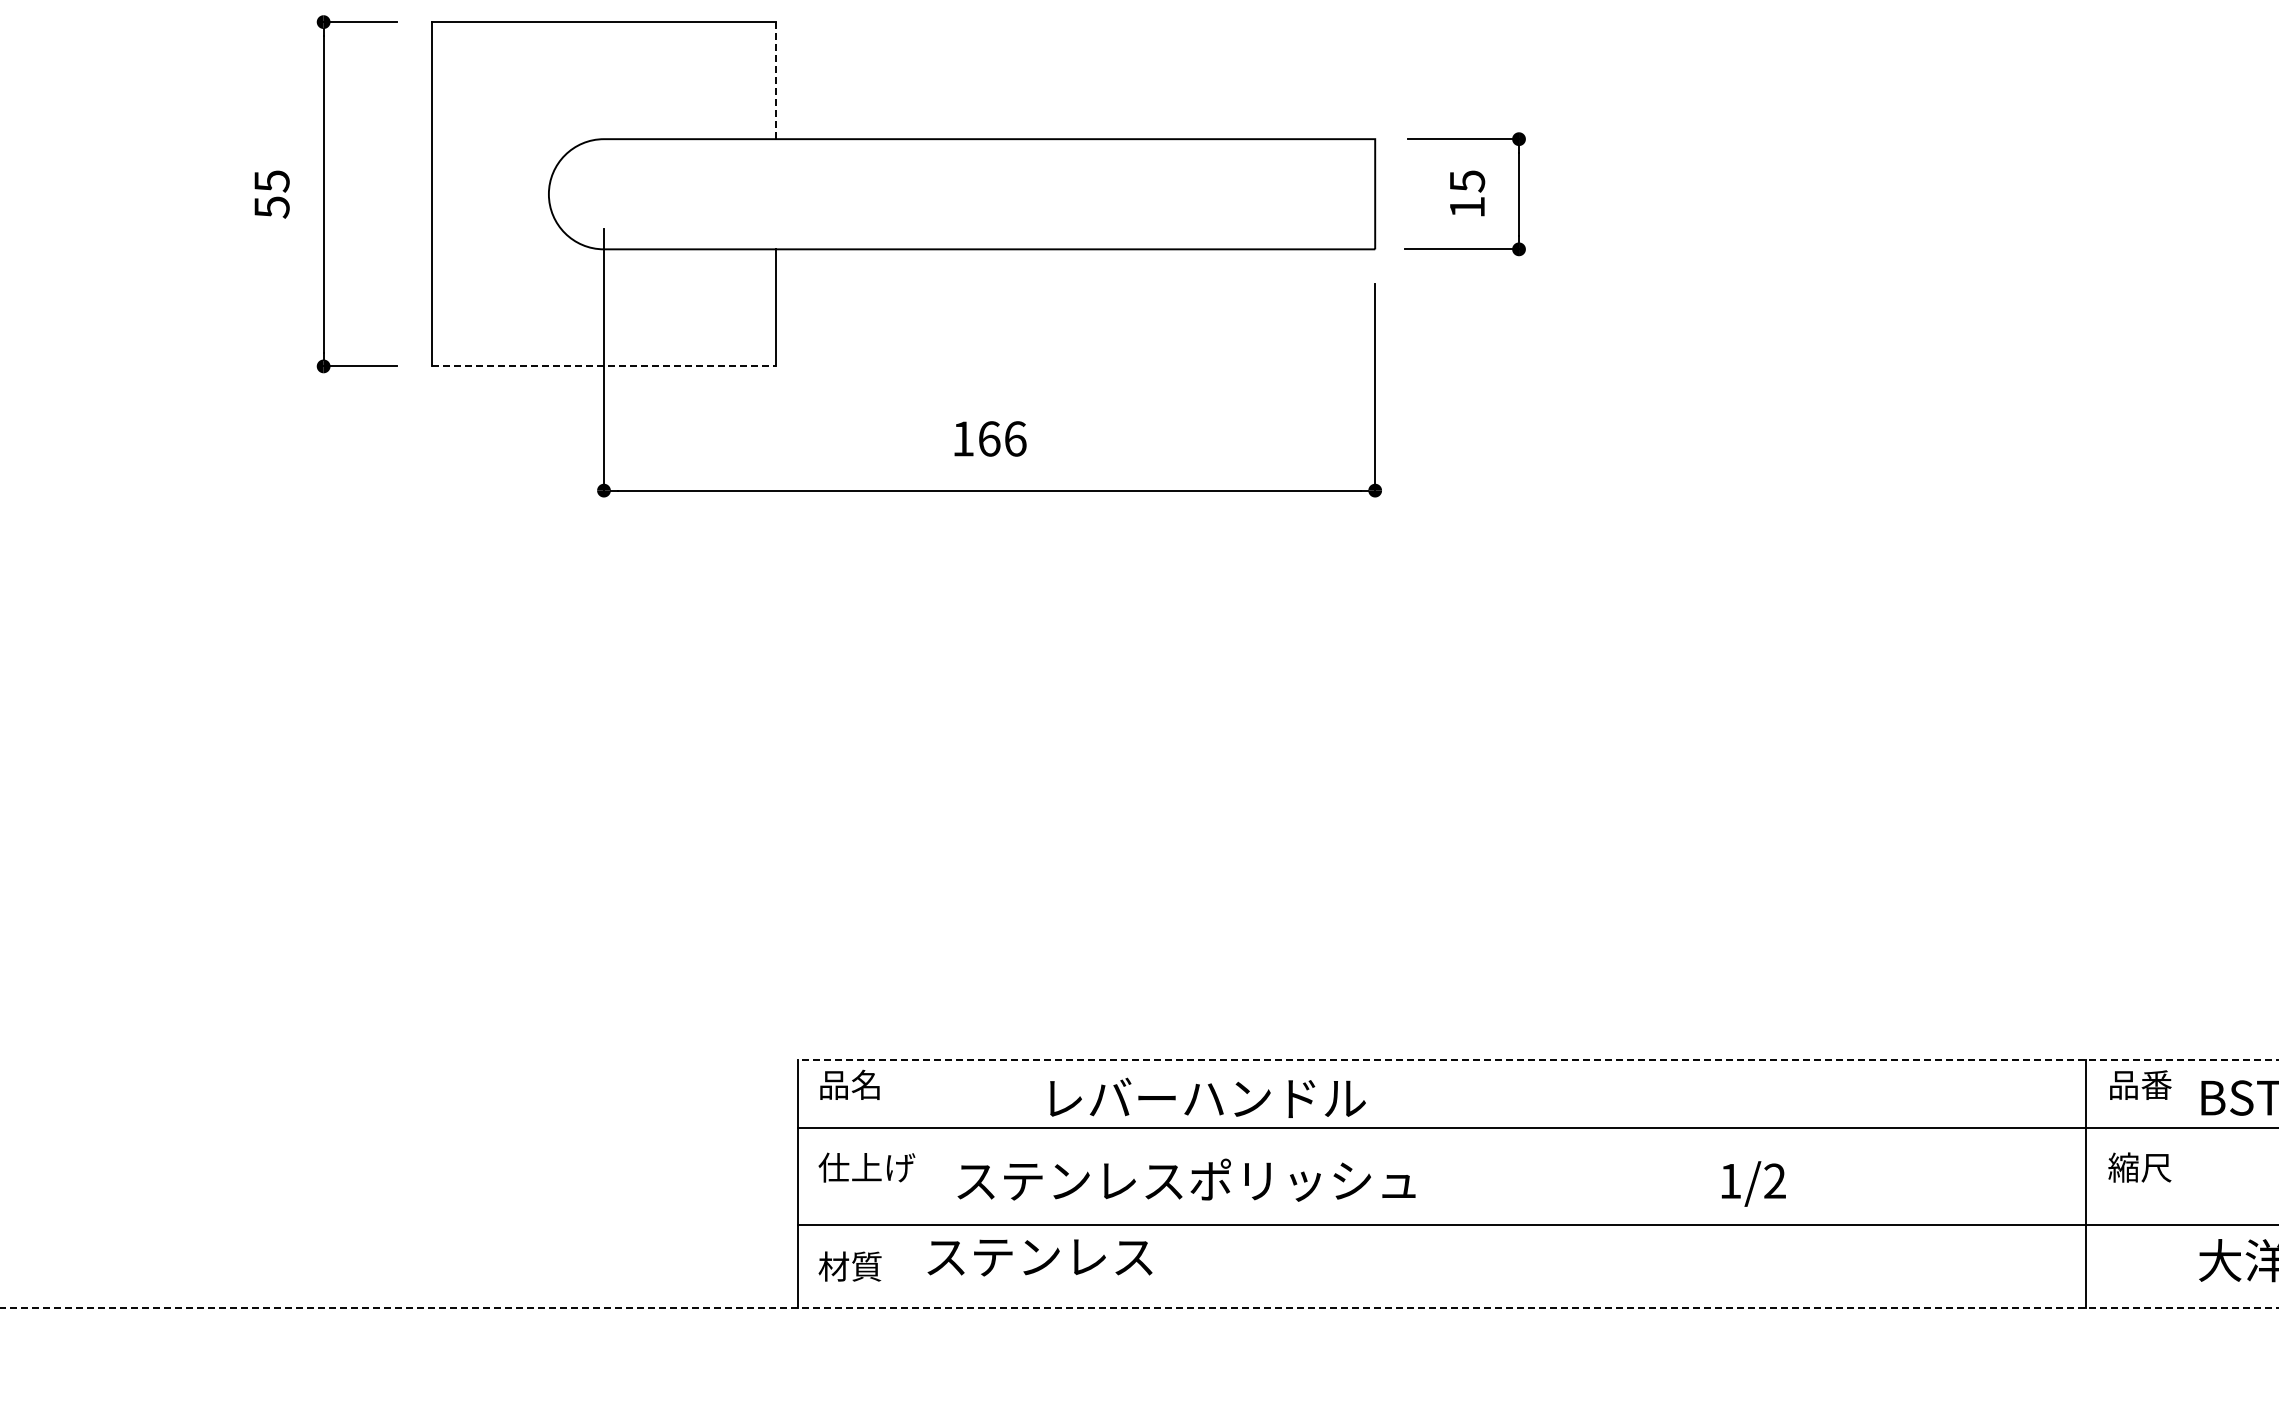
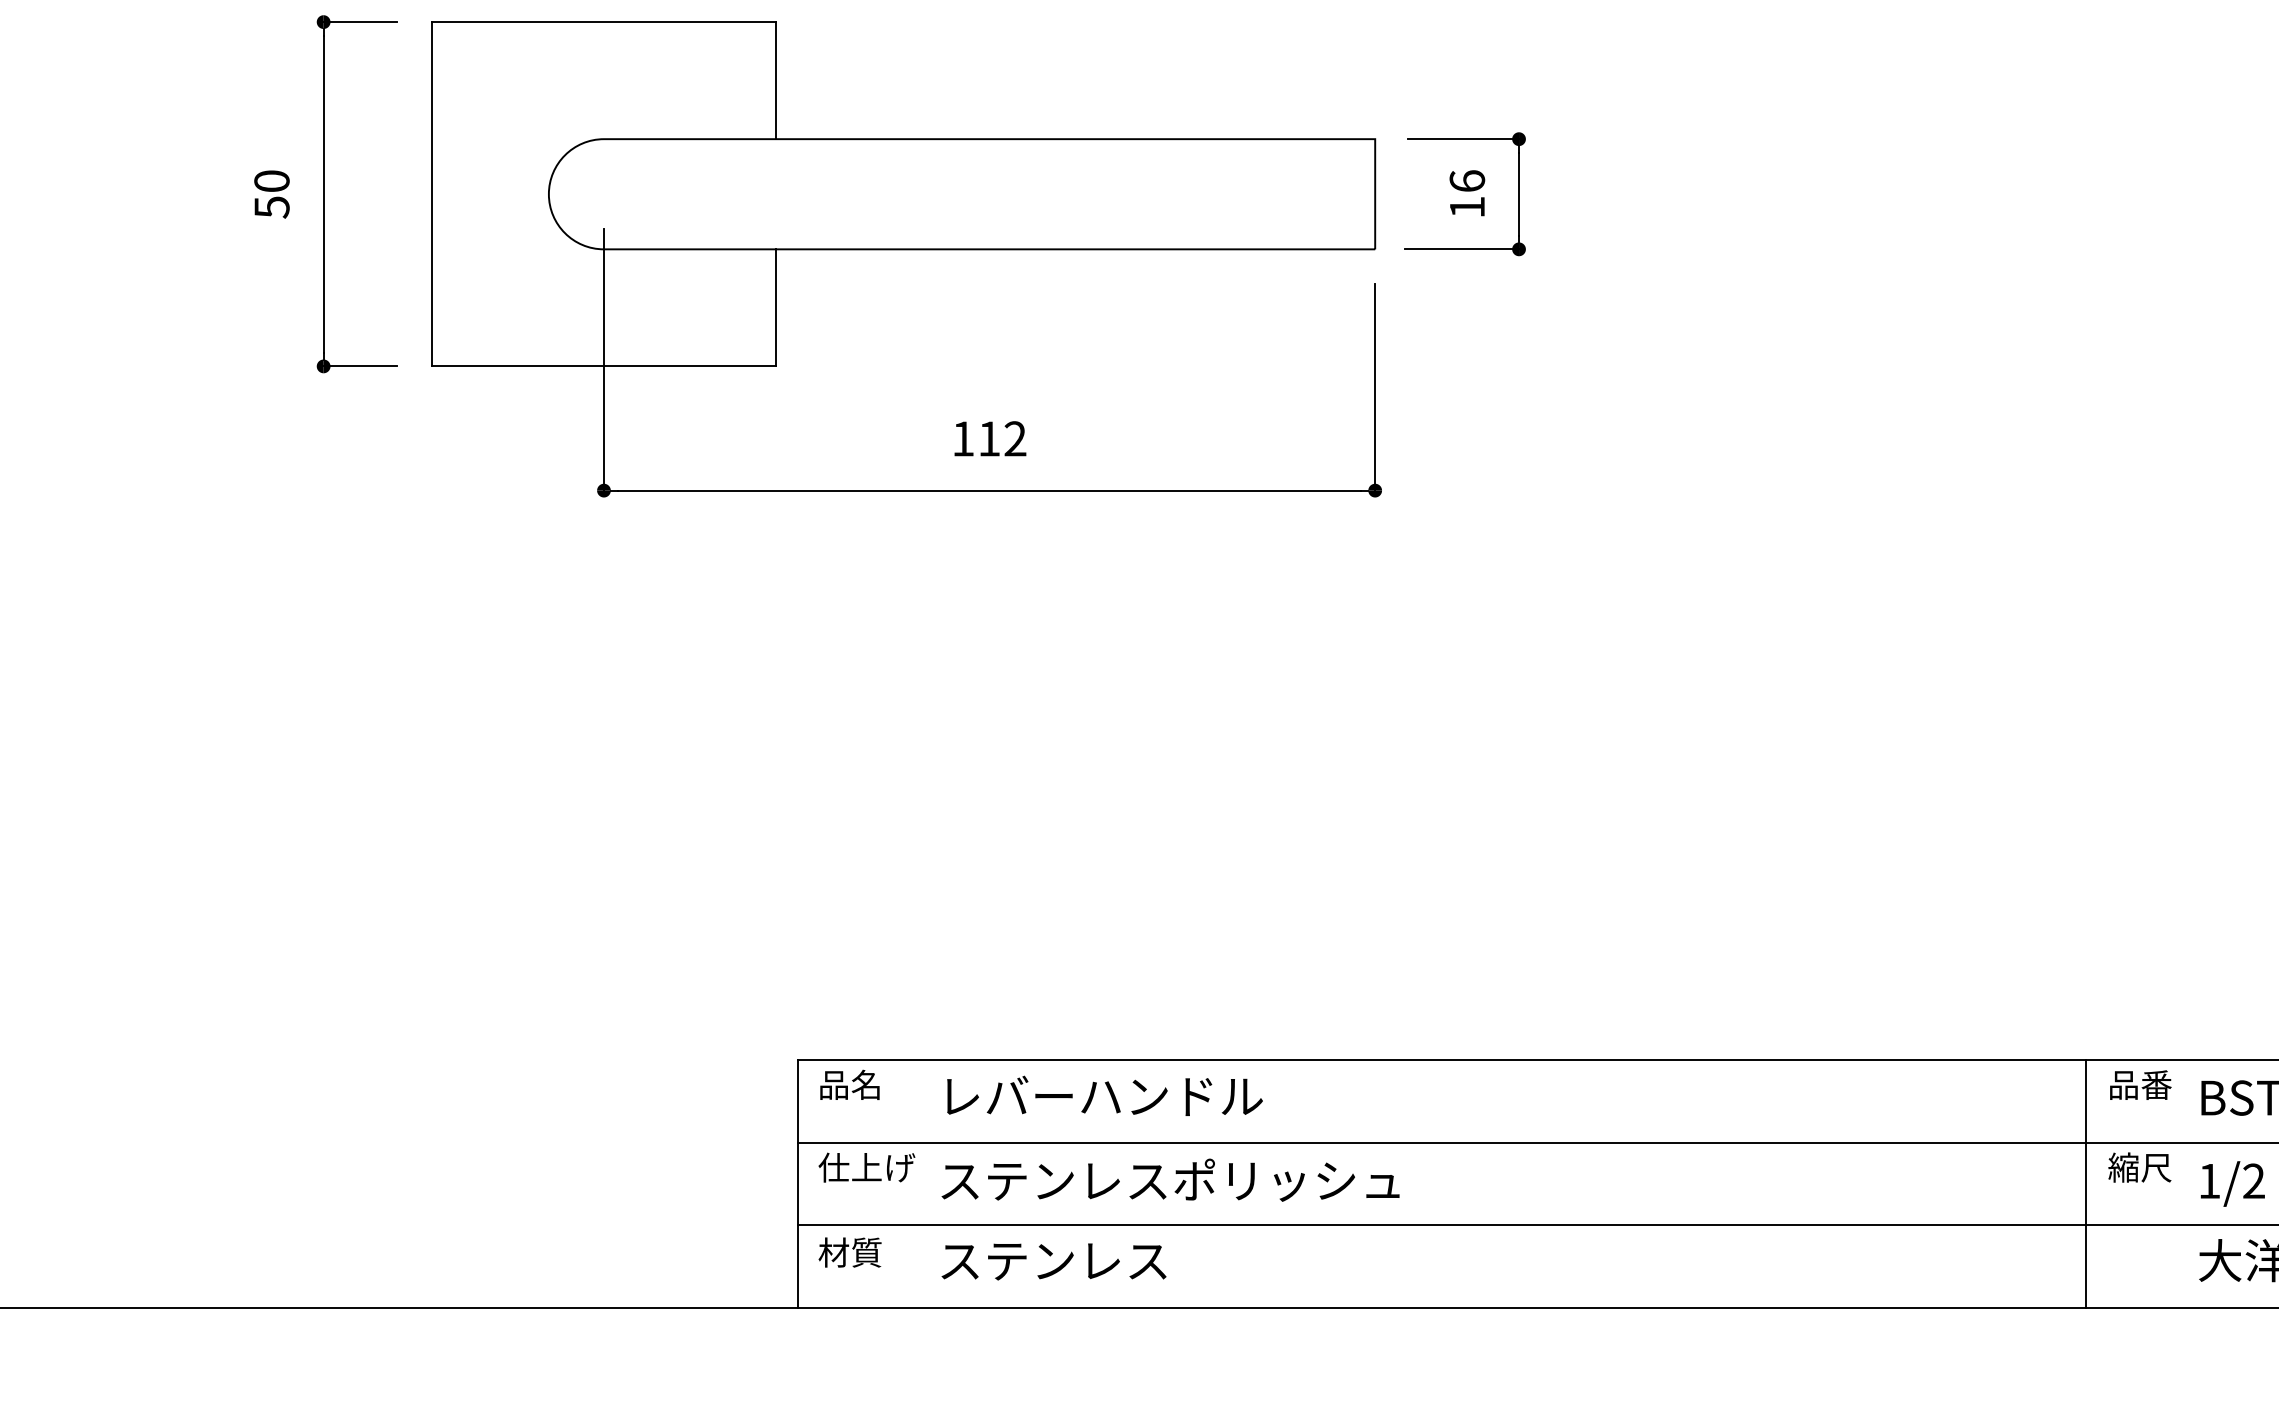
line at (776, 80): dashed -> solid
text at (271, 181): 55 -> 50
text at (1467, 181): 15 -> 16
line at (604, 366): dashed -> solid
text at (1002, 438): 166 -> 112
line at (1538, 1059): dashed -> solid
text at (1207, 1097) position: (1207, 1097) -> (1104, 1095)
line at (1536, 1127) position: (1536, 1127) -> (1536, 1142)
text at (1186, 1179) position: (1186, 1179) -> (1170, 1179)
text at (1753, 1183) position: (1753, 1183) -> (2232, 1183)
text at (1039, 1257) position: (1039, 1257) -> (1053, 1261)
text at (849, 1266) position: (849, 1266) -> (849, 1252)
line at (1140, 1307): dashed -> solid
